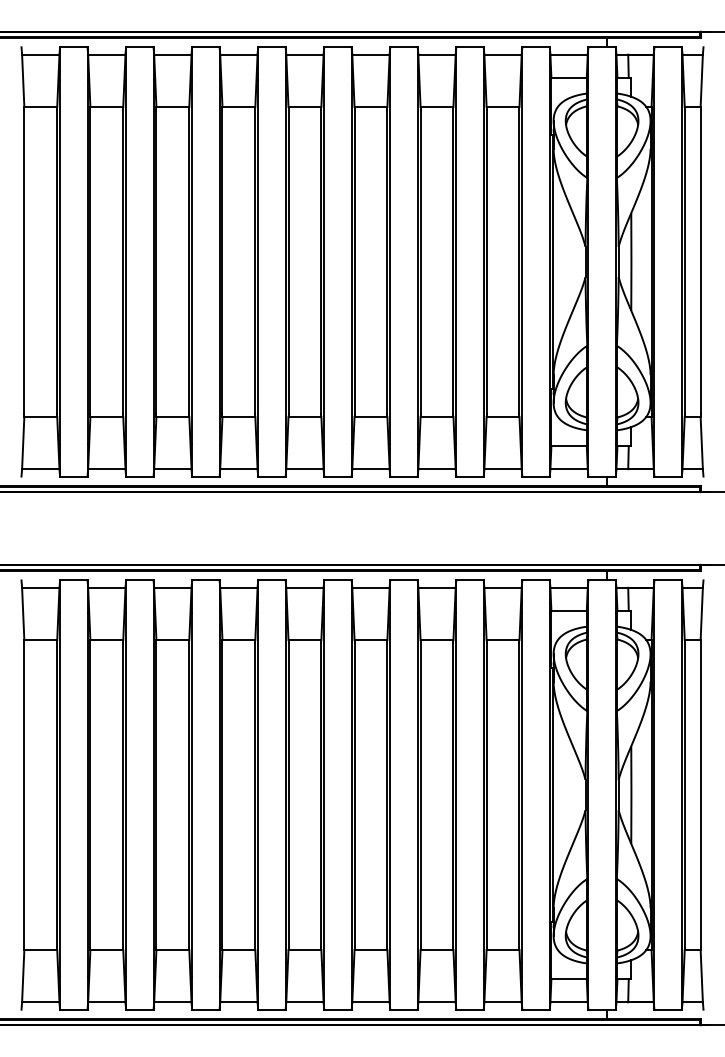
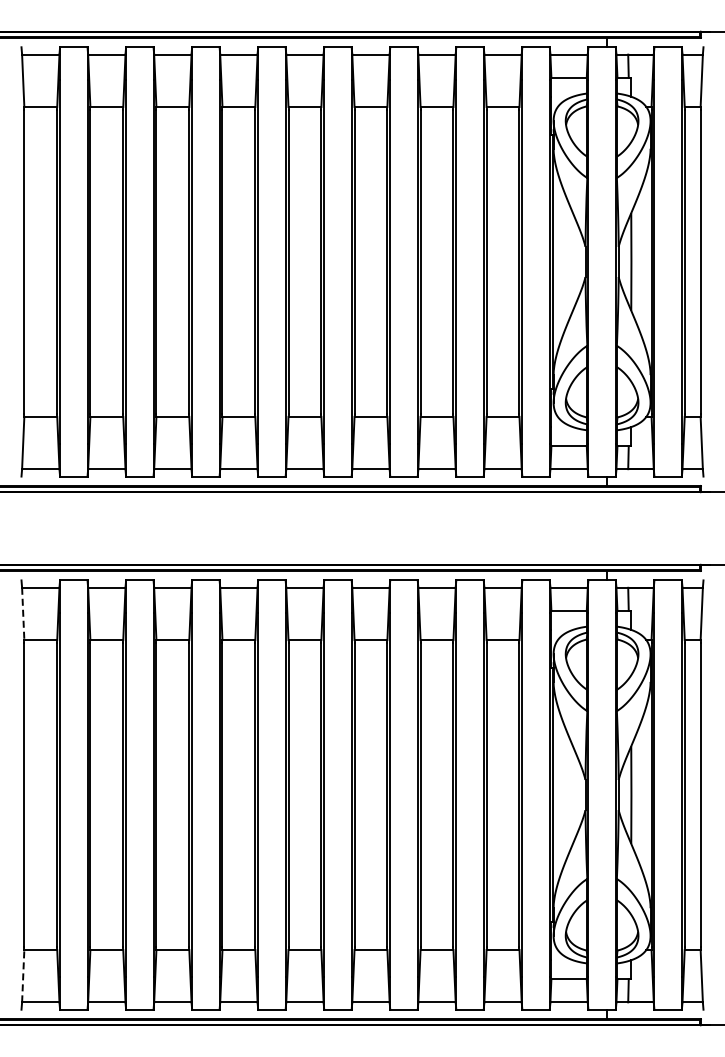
line at (23, 614): solid -> dashed
line at (23, 975): solid -> dashed
